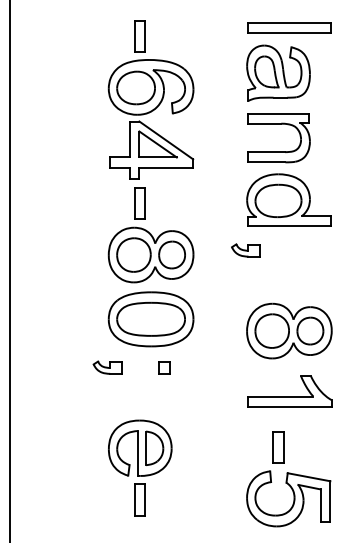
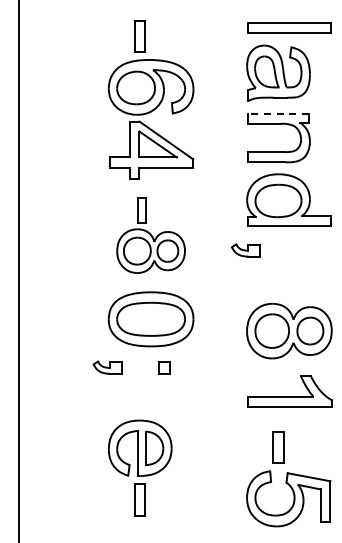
line at (278, 113): solid -> dashed
part at (150, 235) size: 88x97 px -> 70x77 px
line at (10, 270) position: (10, 270) -> (19, 270)
